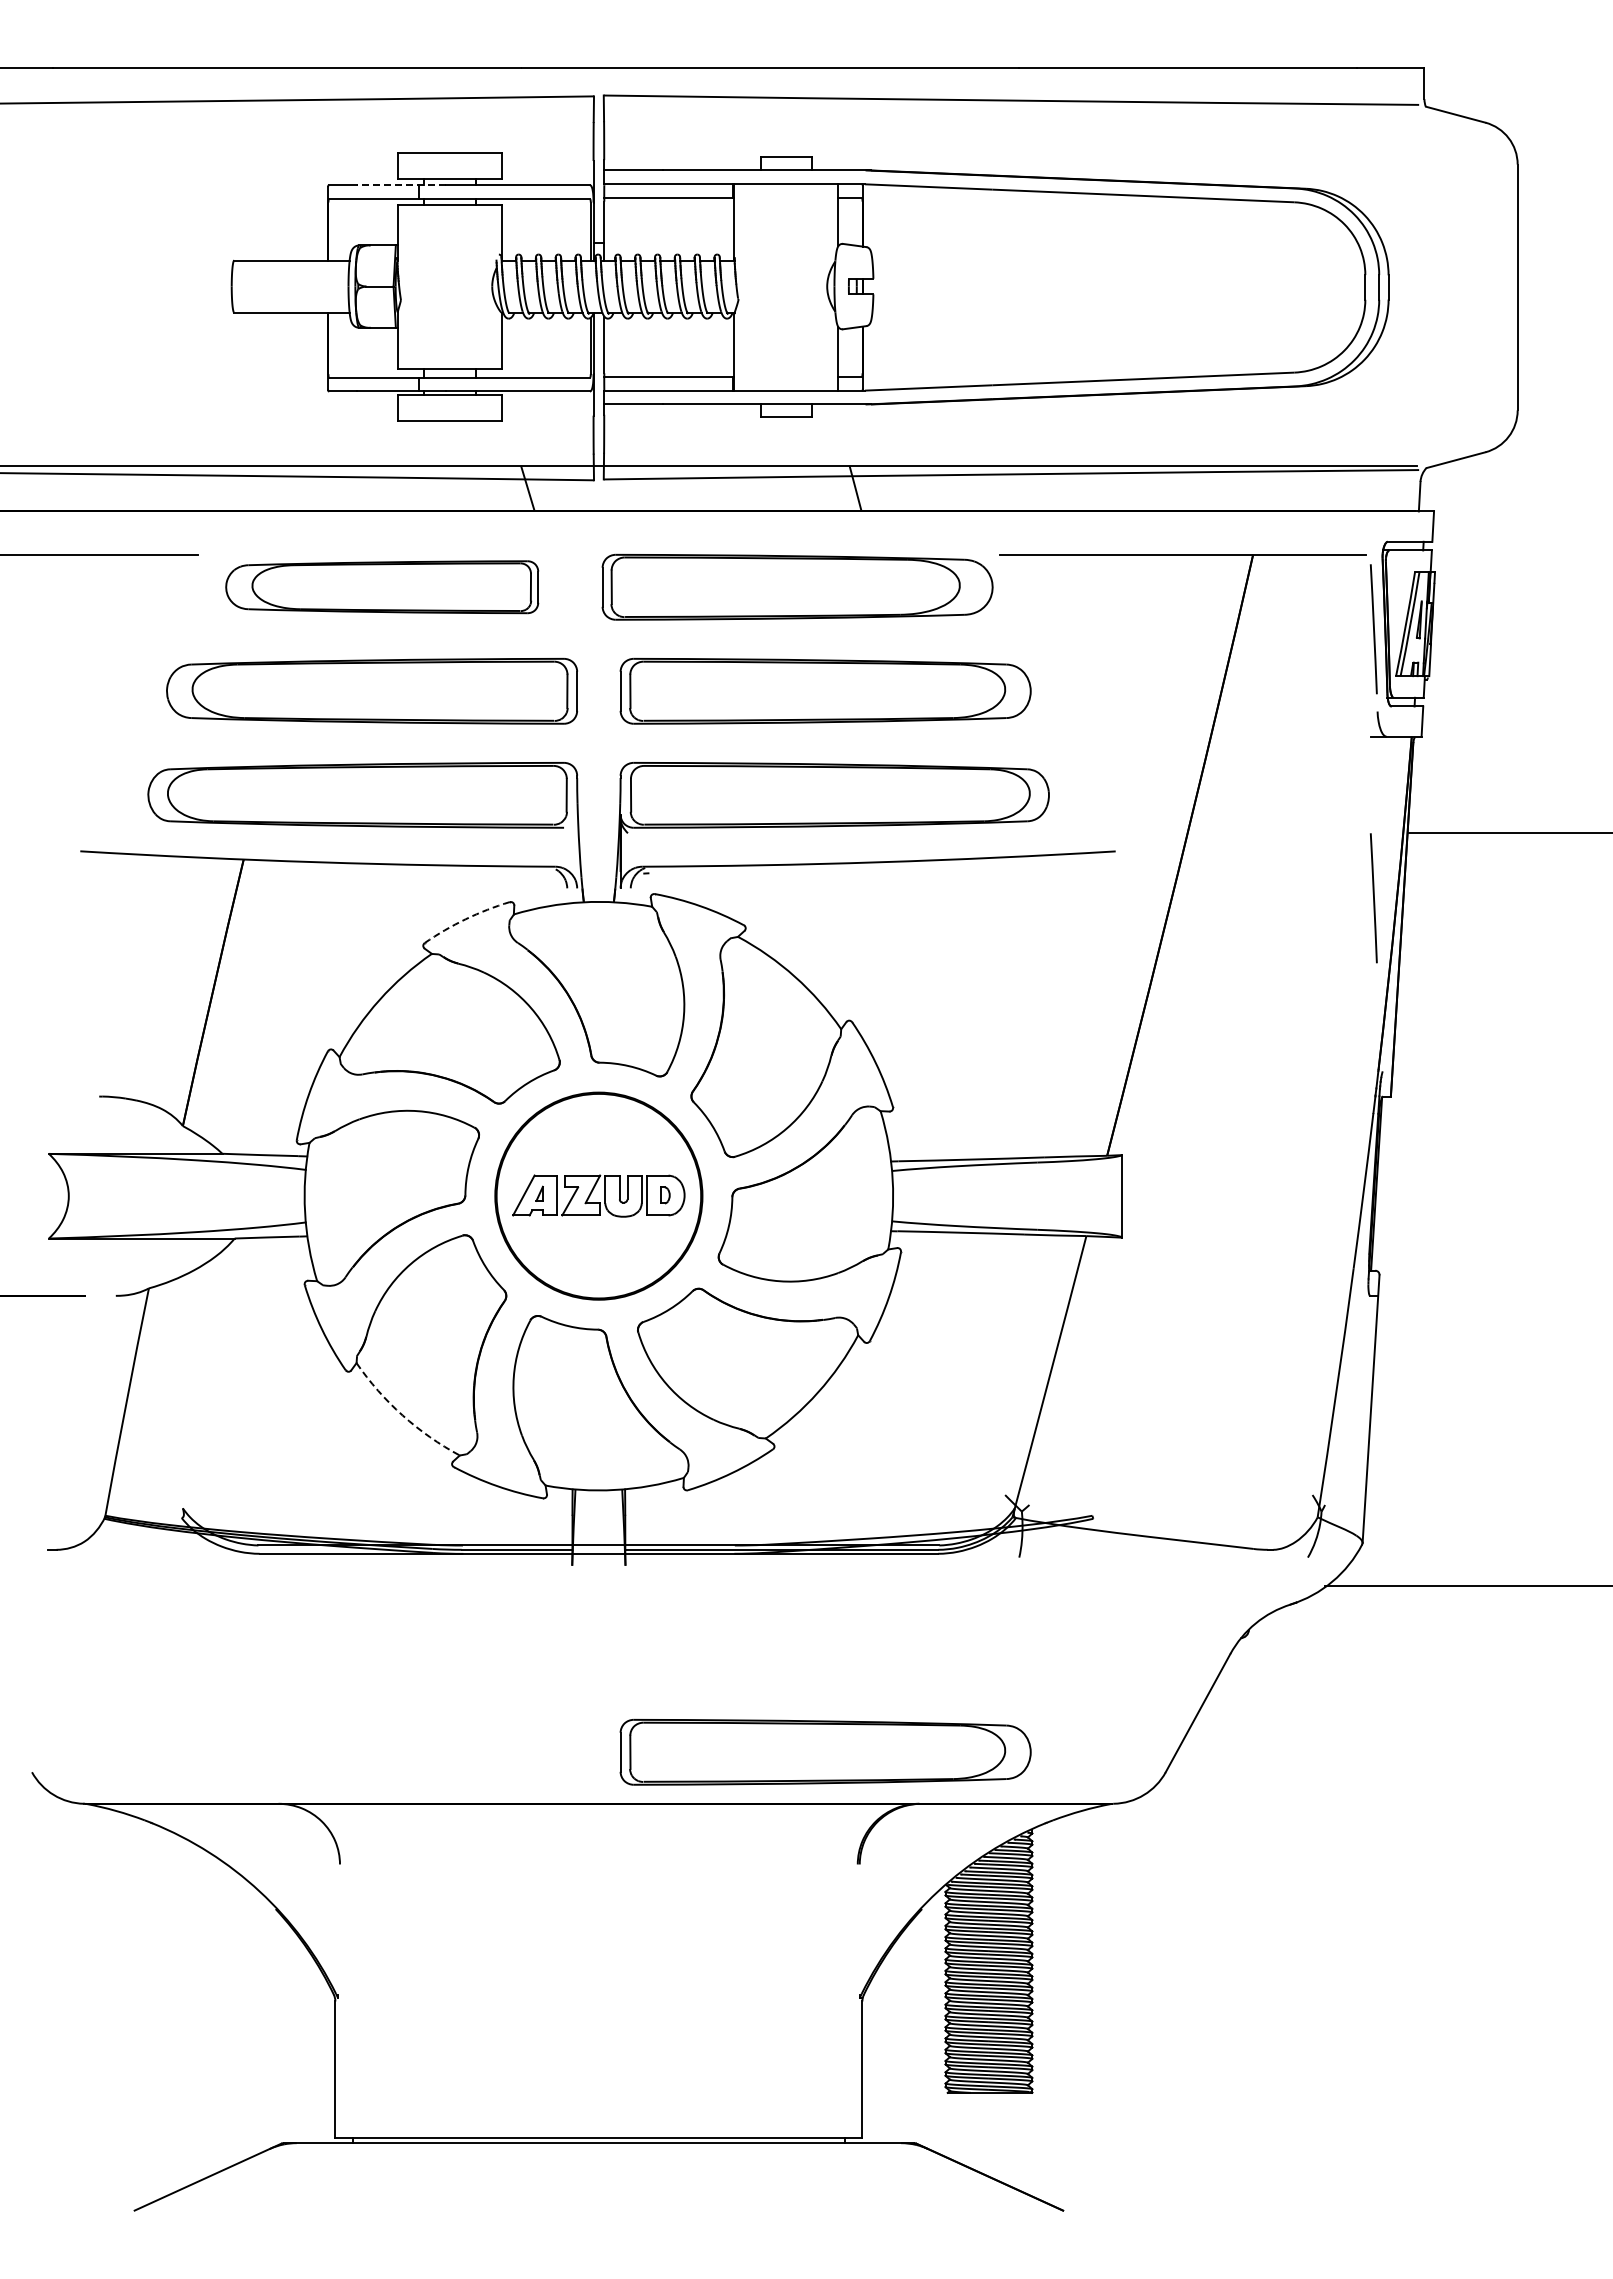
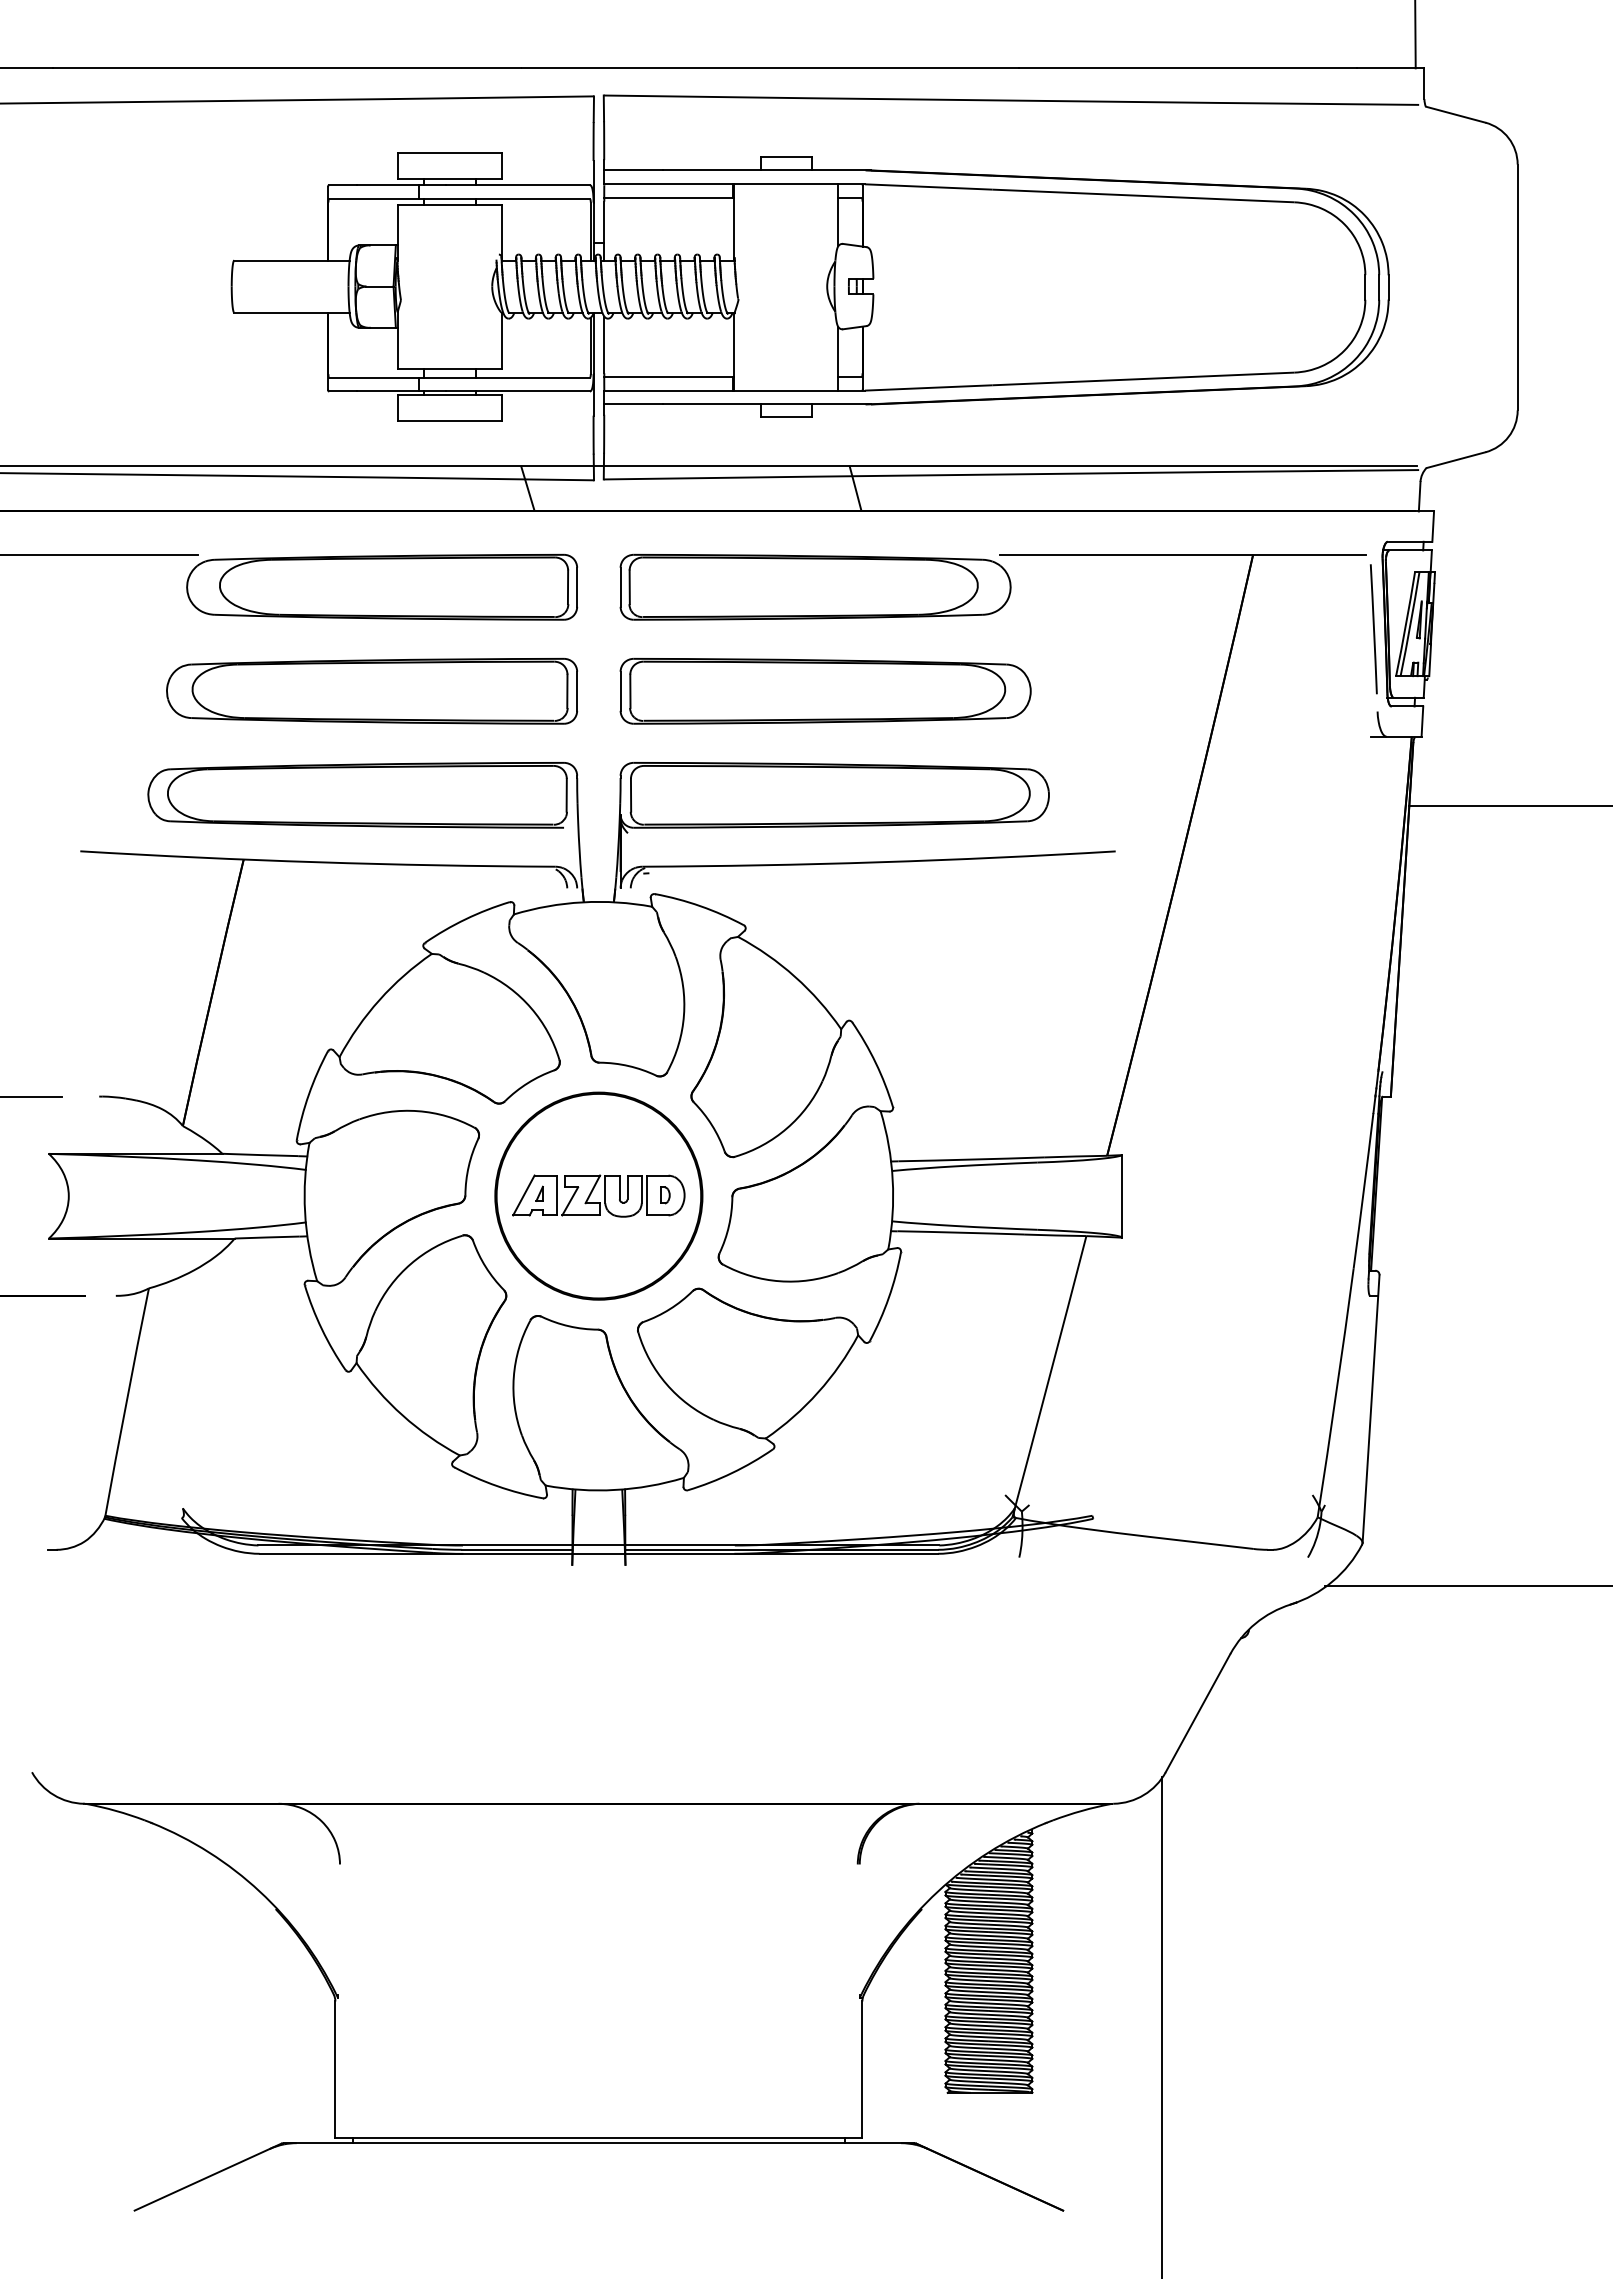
line at (1415, 35): none -> present
line at (401, 185): dashed -> solid
part at (797, 586) position: (797, 586) -> (815, 586)
part at (382, 587) size: 315x55 px -> 393x68 px
line at (1509, 833) position: (1509, 833) -> (1509, 806)
line at (1373, 898): present -> none
arc at (465, 919): dashed -> solid
line at (32, 1096): none -> present
arc at (402, 1415): dashed -> solid
part at (825, 1752): present -> none
line at (1162, 2025): none -> present
